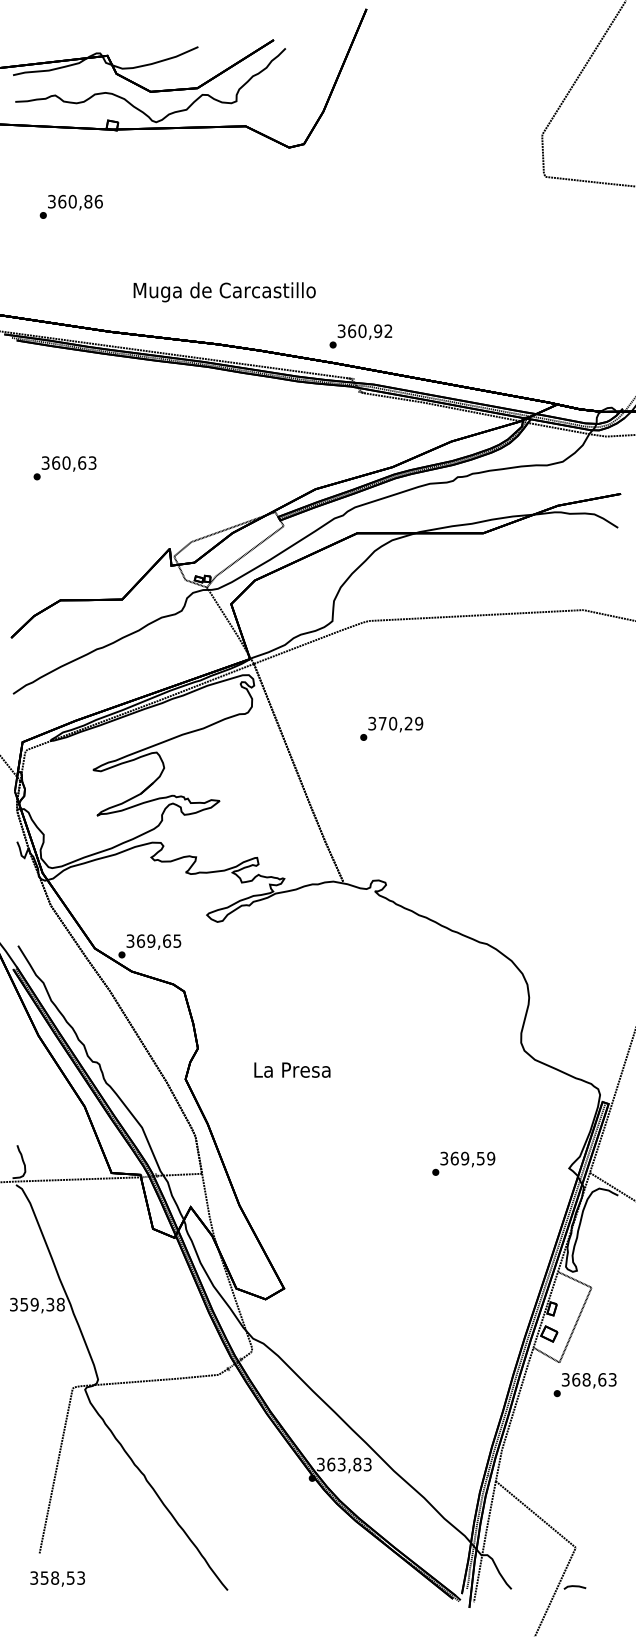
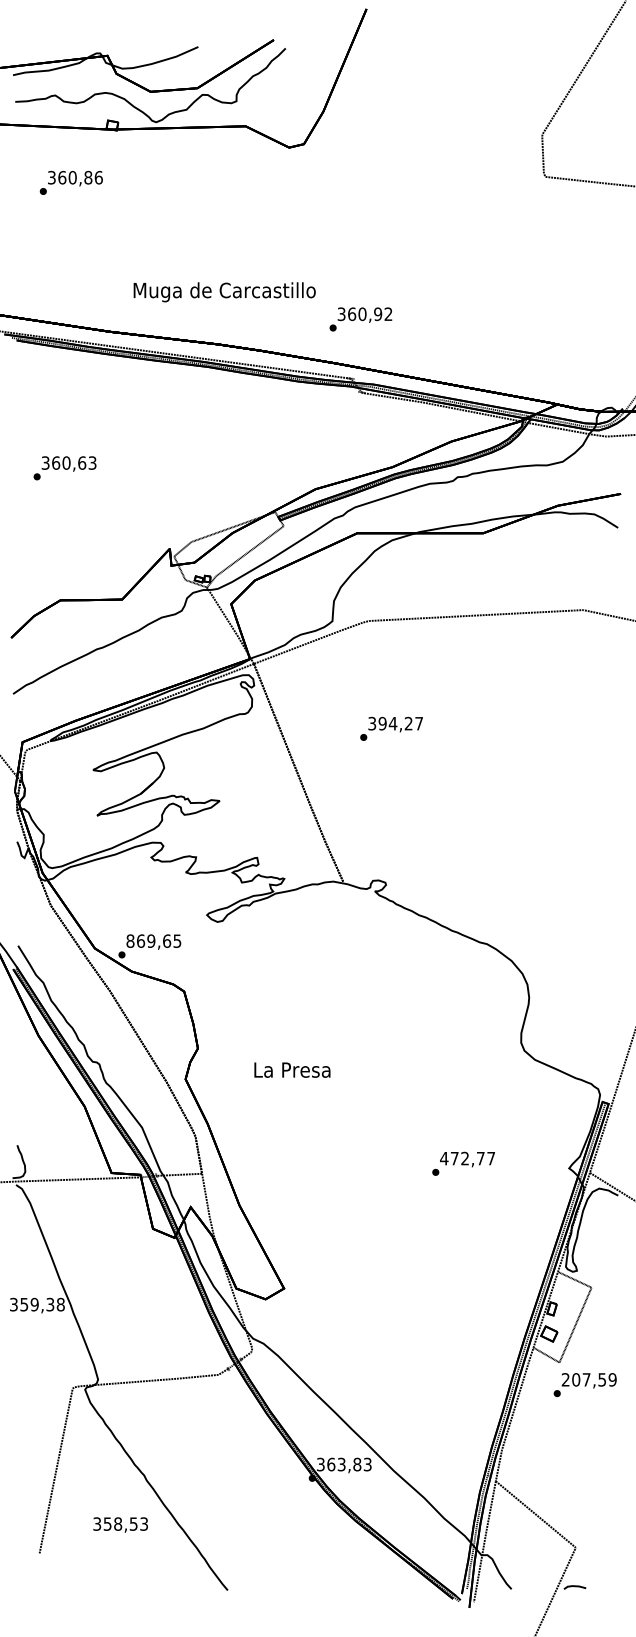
text at (70, 206) position: (70, 206) -> (70, 182)
text at (360, 336) position: (360, 336) -> (360, 319)
text at (400, 723): 370,29 -> 394,27
text at (130, 940): 369,65 -> 869,65
text at (467, 1158): 369,59 -> 472,77
text at (588, 1379): 368,63 -> 207,59
text at (57, 1578) position: (57, 1578) -> (120, 1524)
